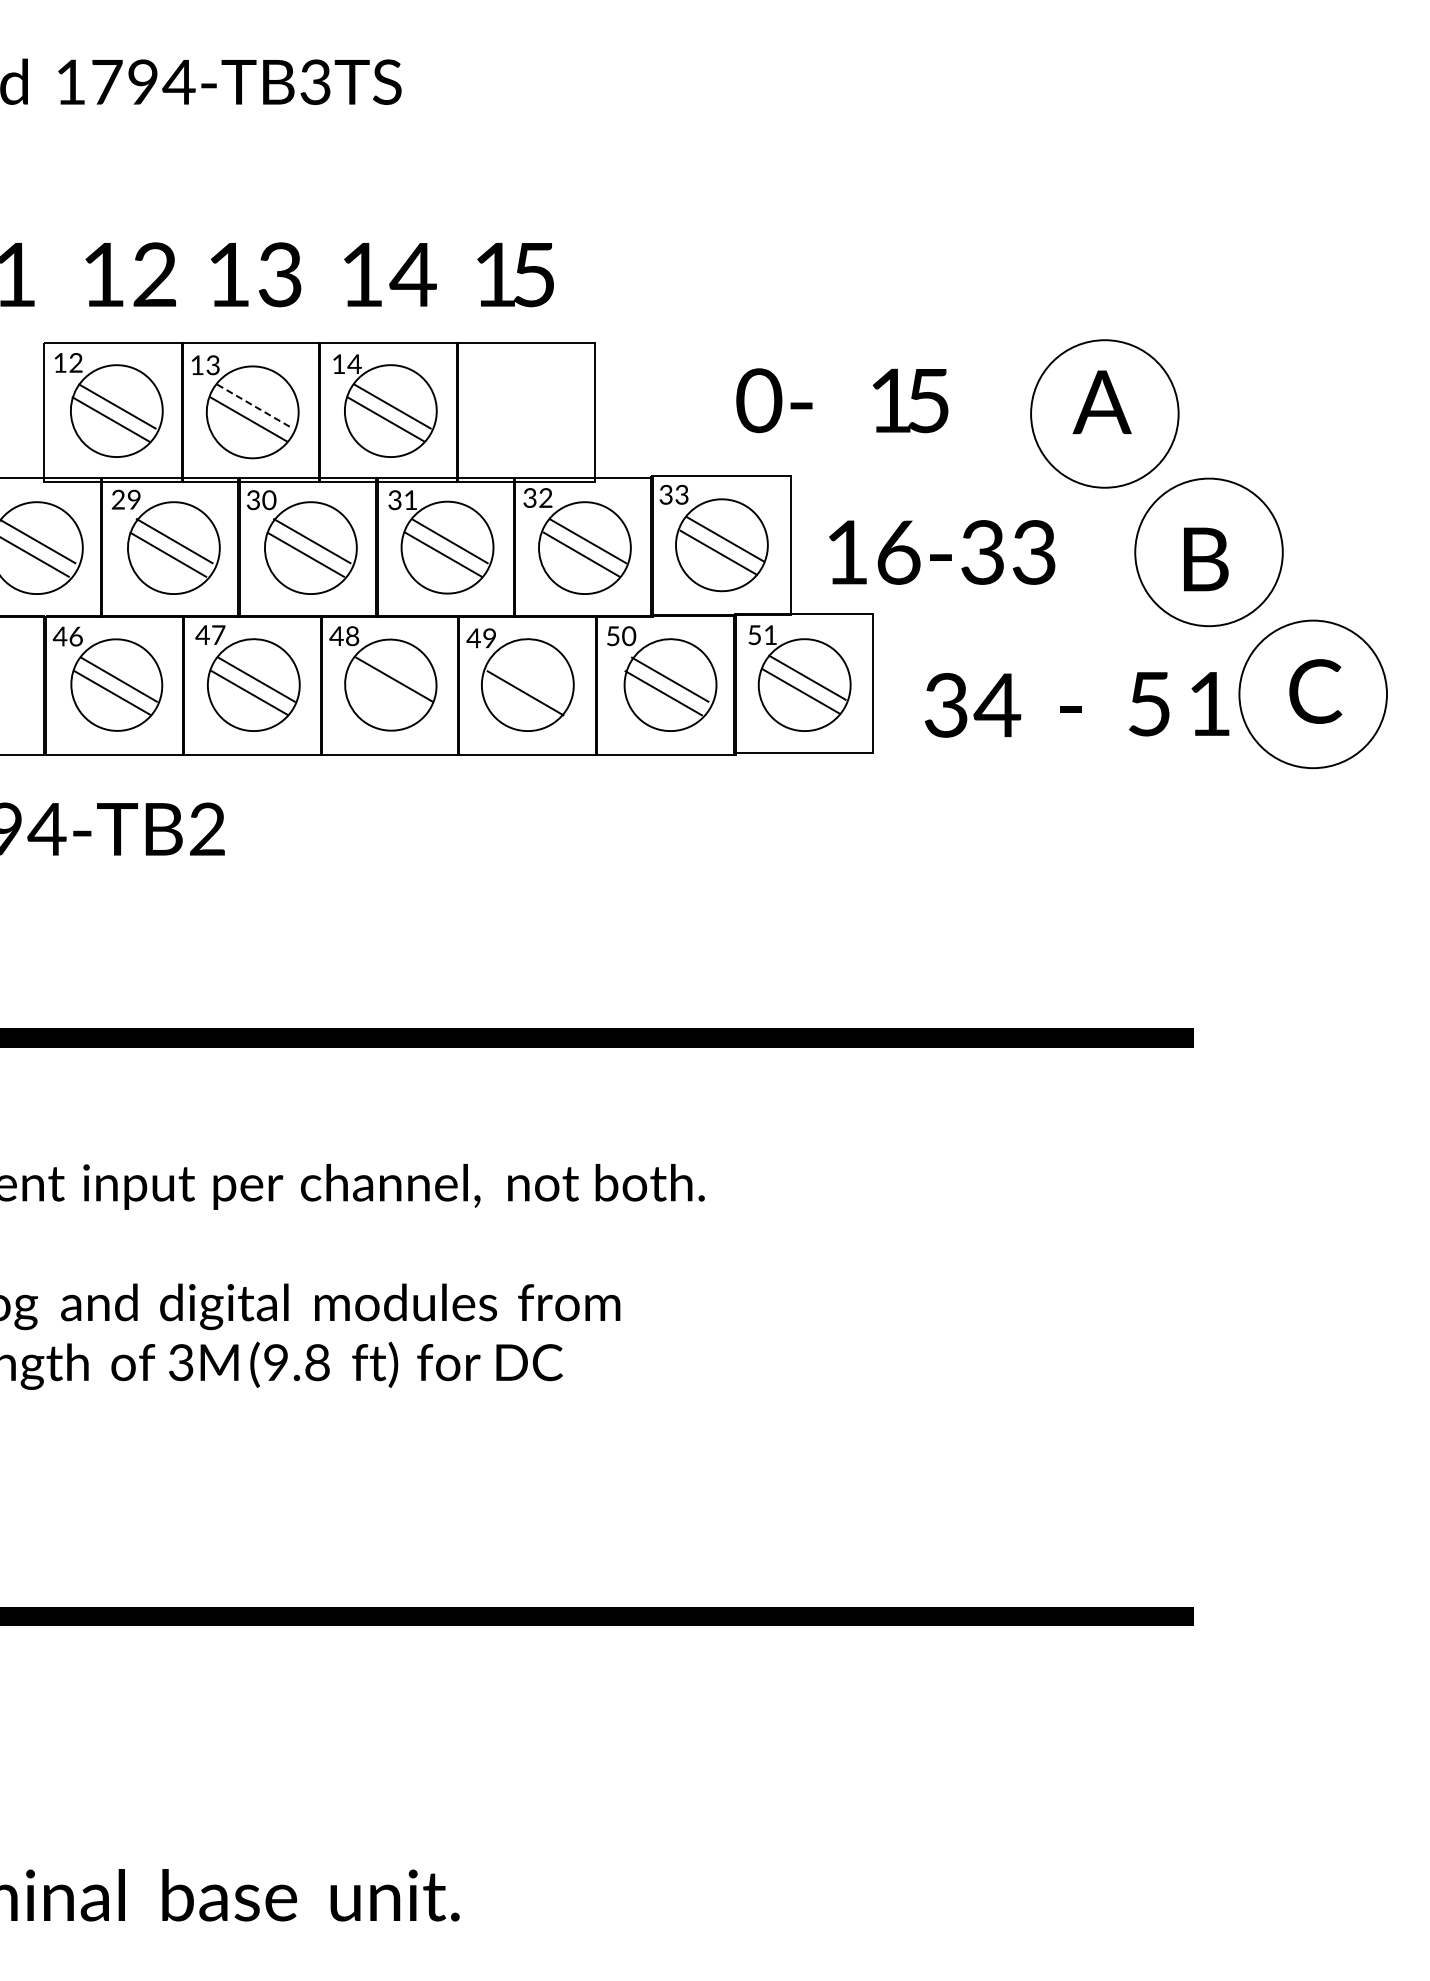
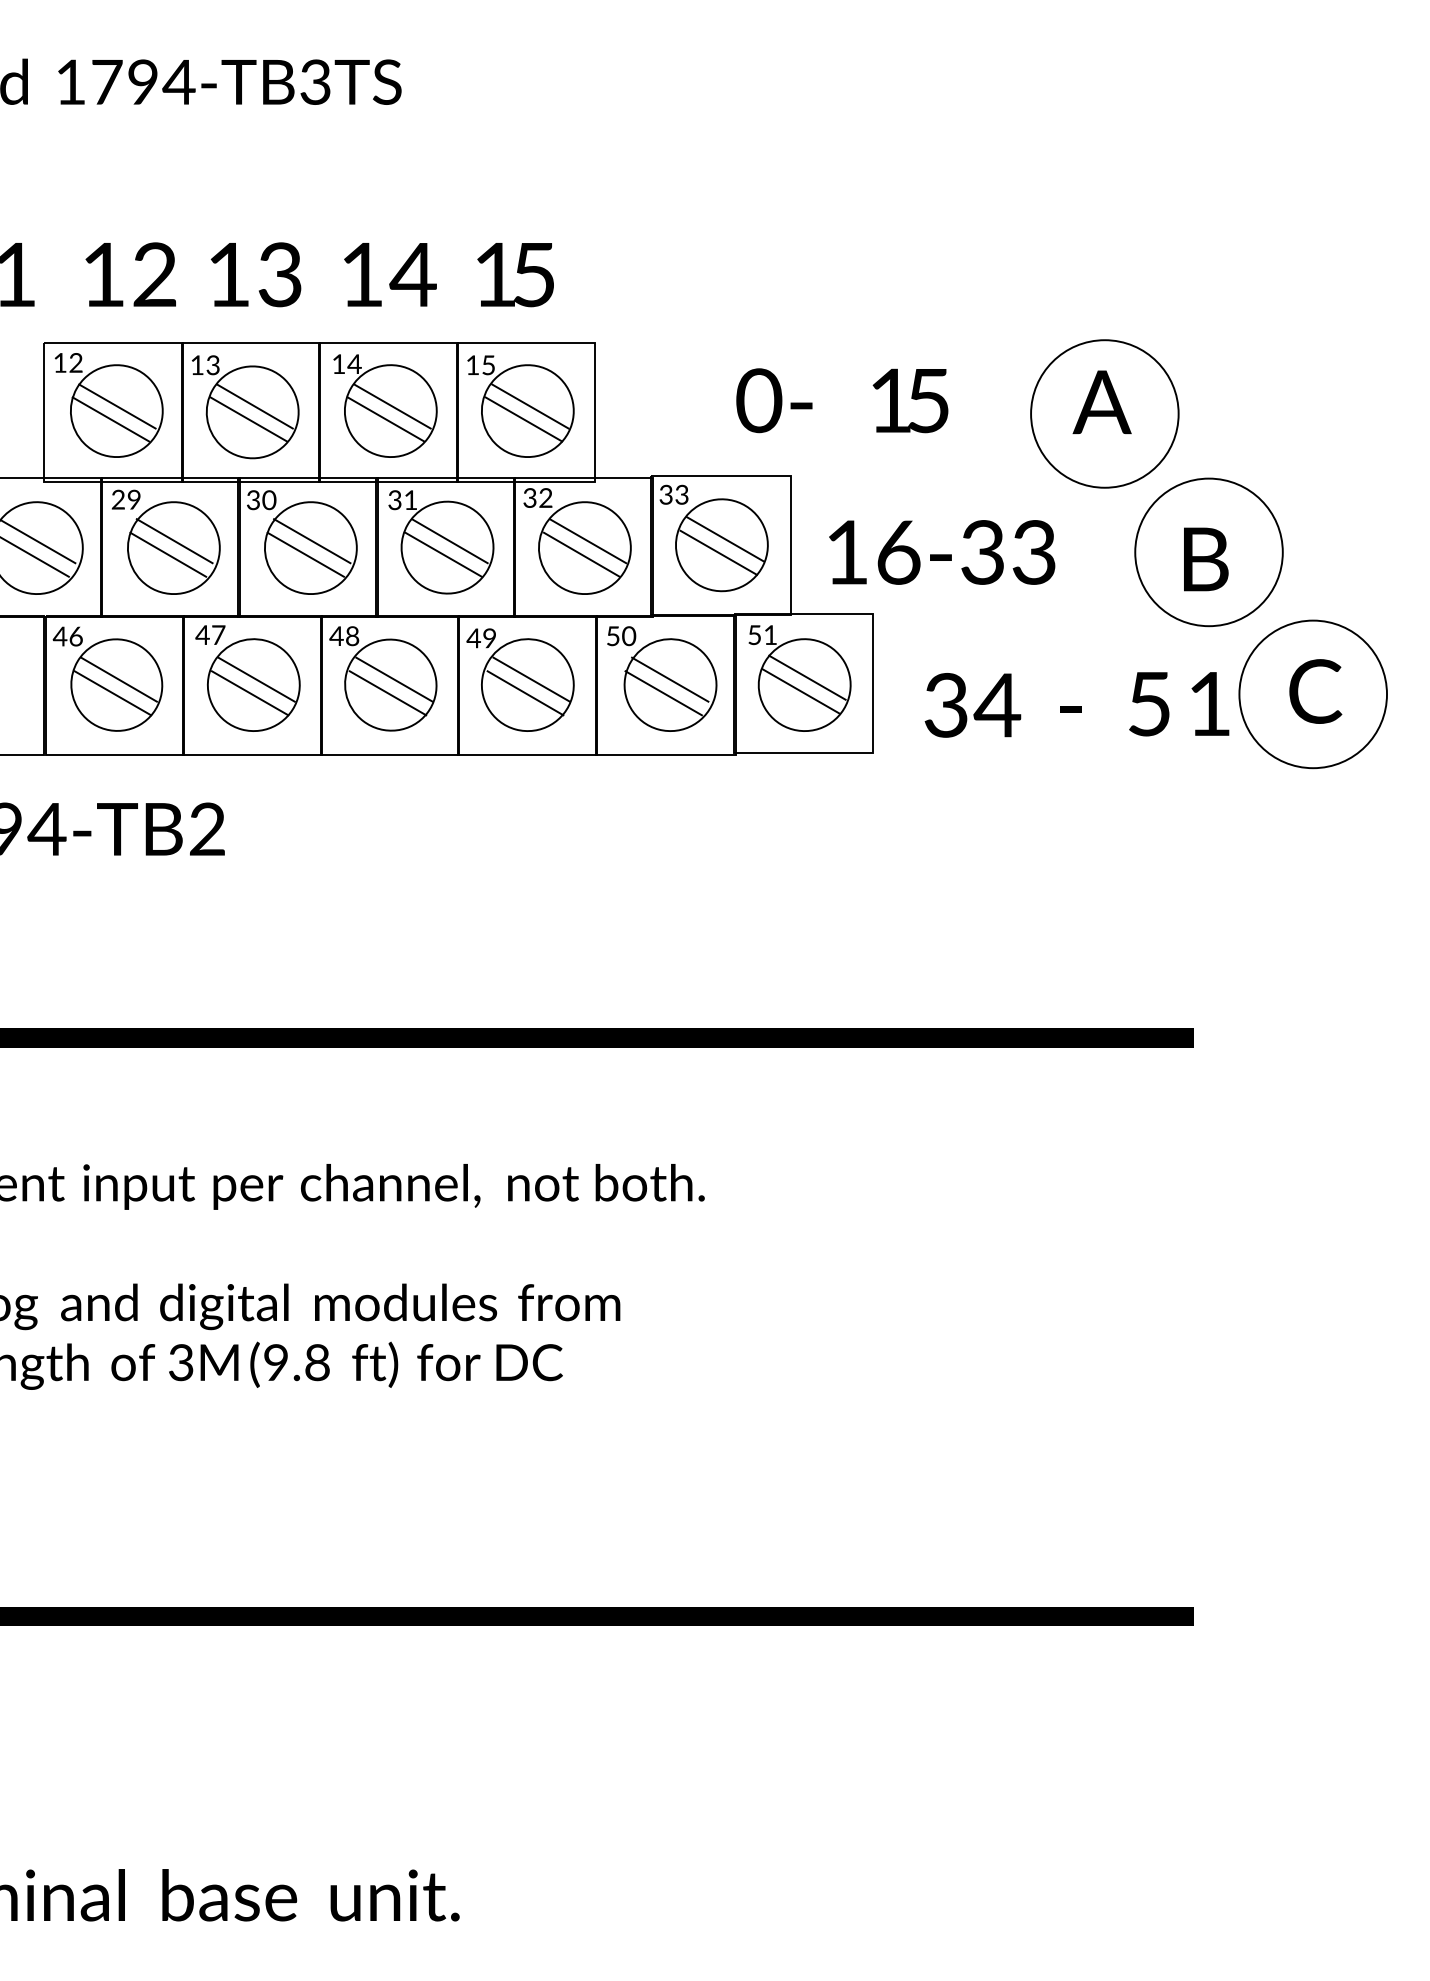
line at (254, 406): dashed -> solid
part at (520, 406): none -> present
line at (531, 679): none -> present
line at (387, 693): none -> present
